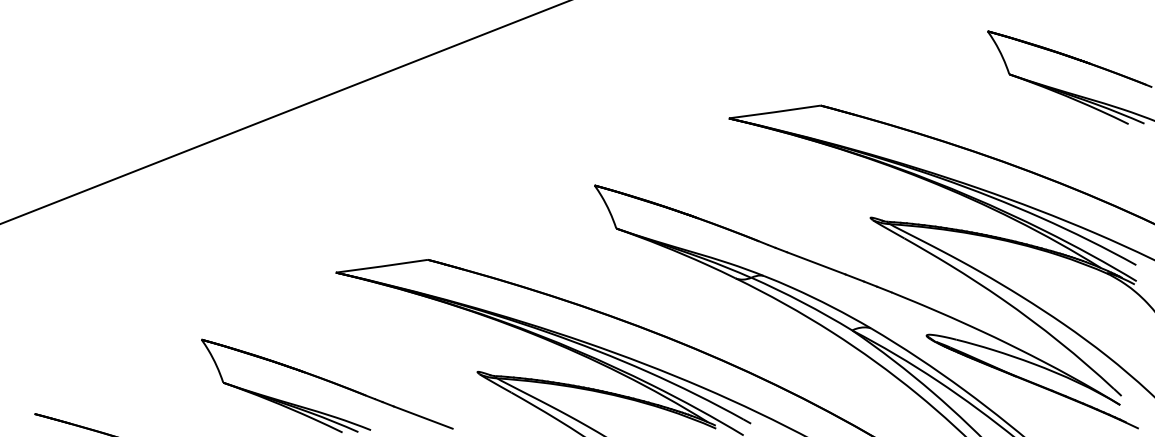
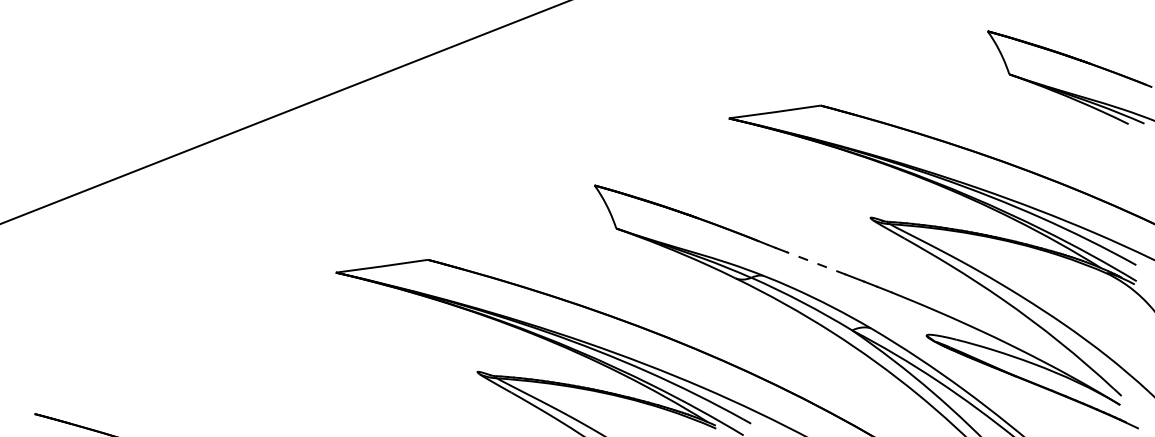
line at (815, 263): solid -> dashed
part at (327, 385): present -> none
